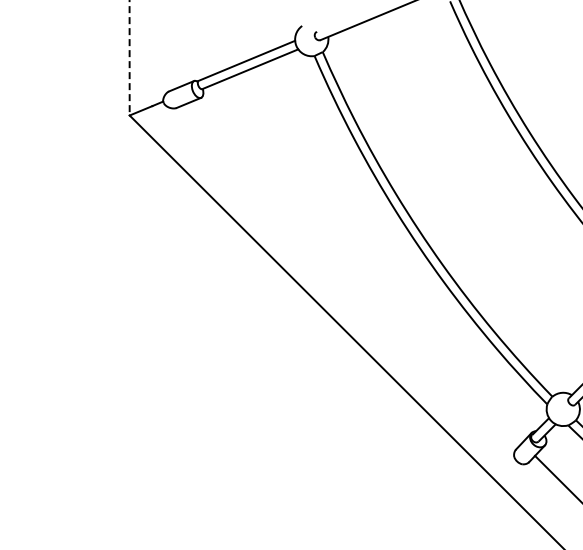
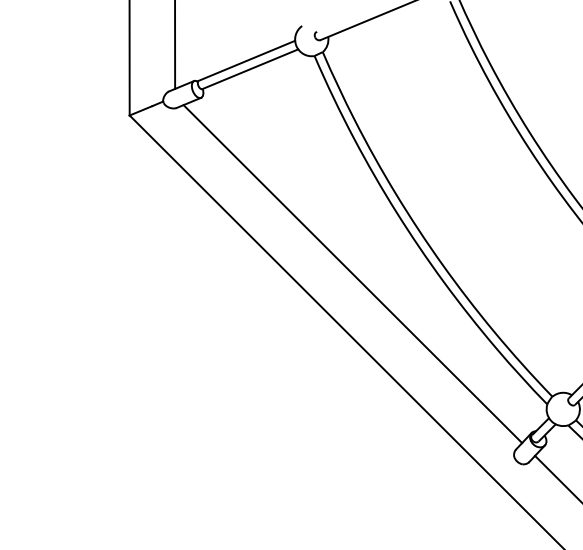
line at (175, 45): none -> present
line at (129, 58): dashed -> solid
line at (352, 274): none -> present
